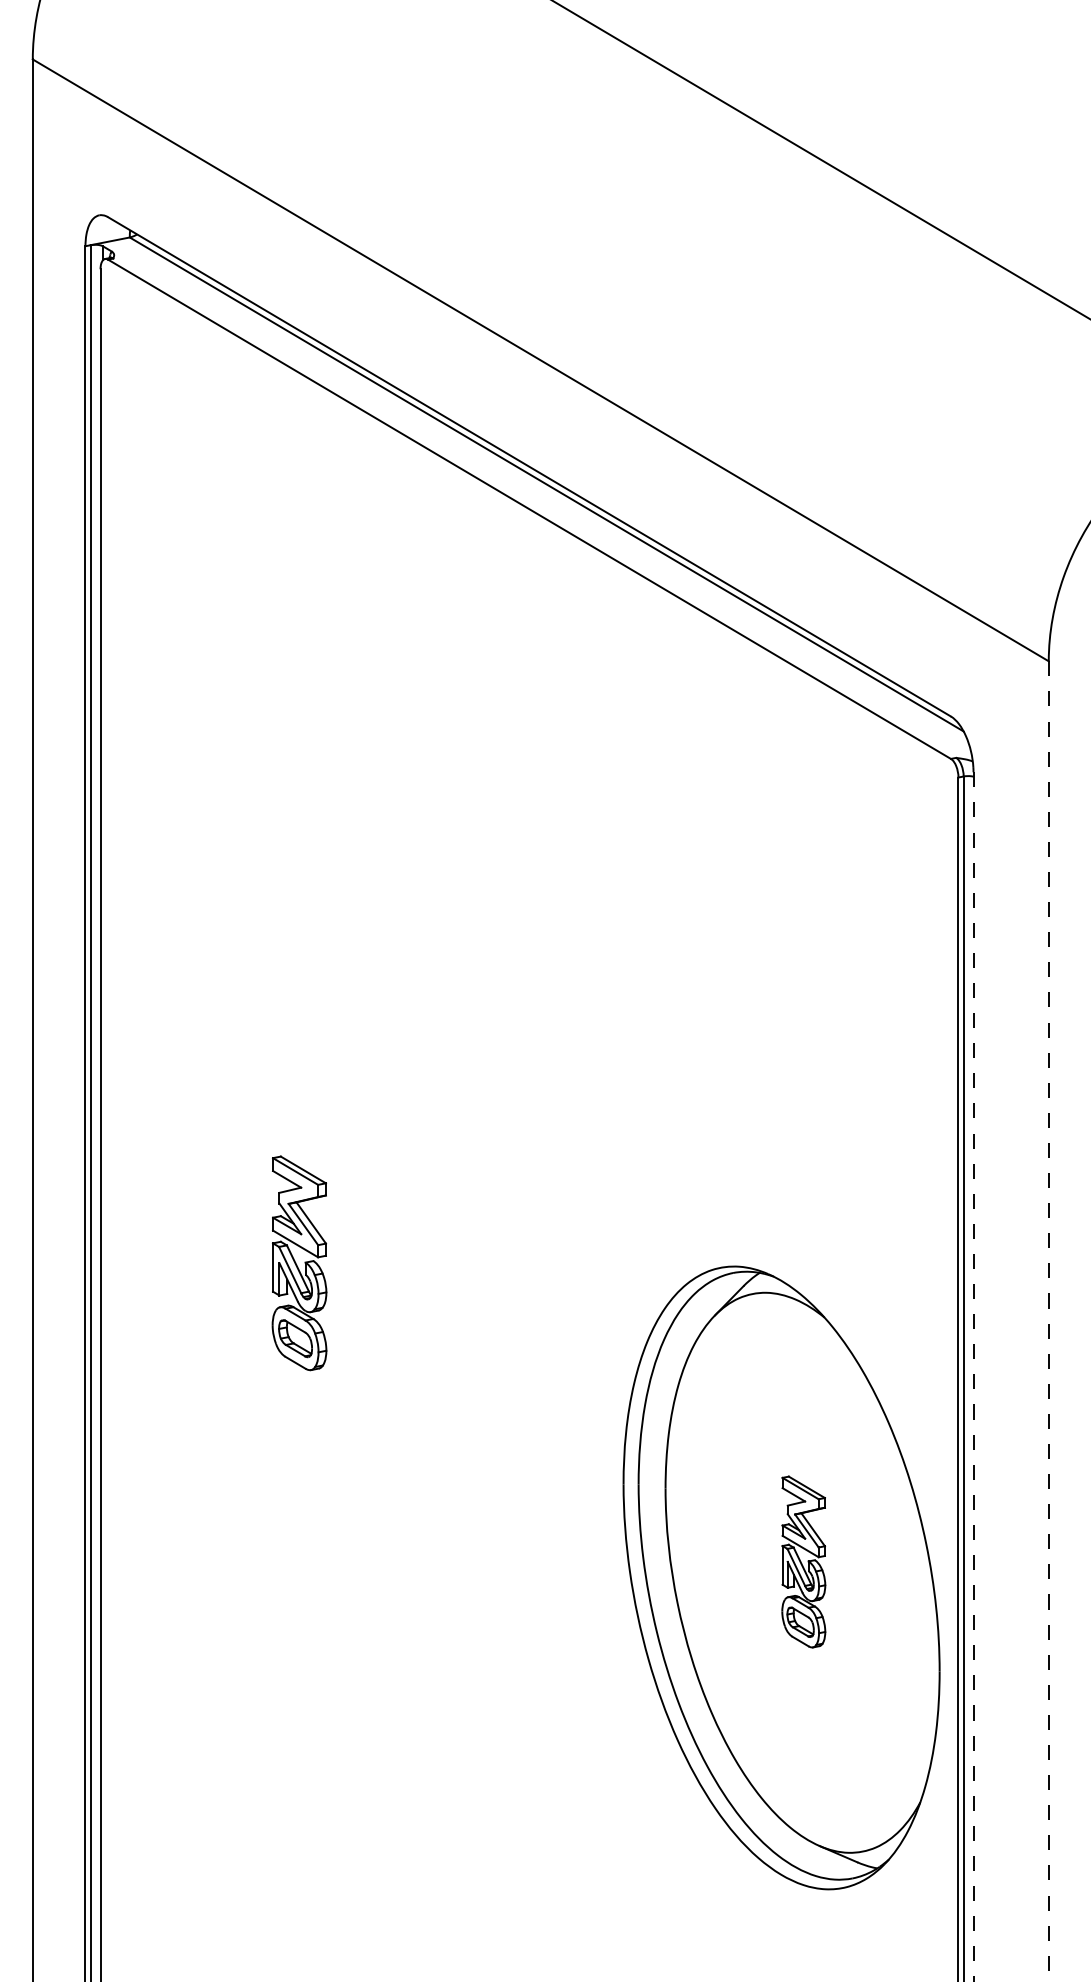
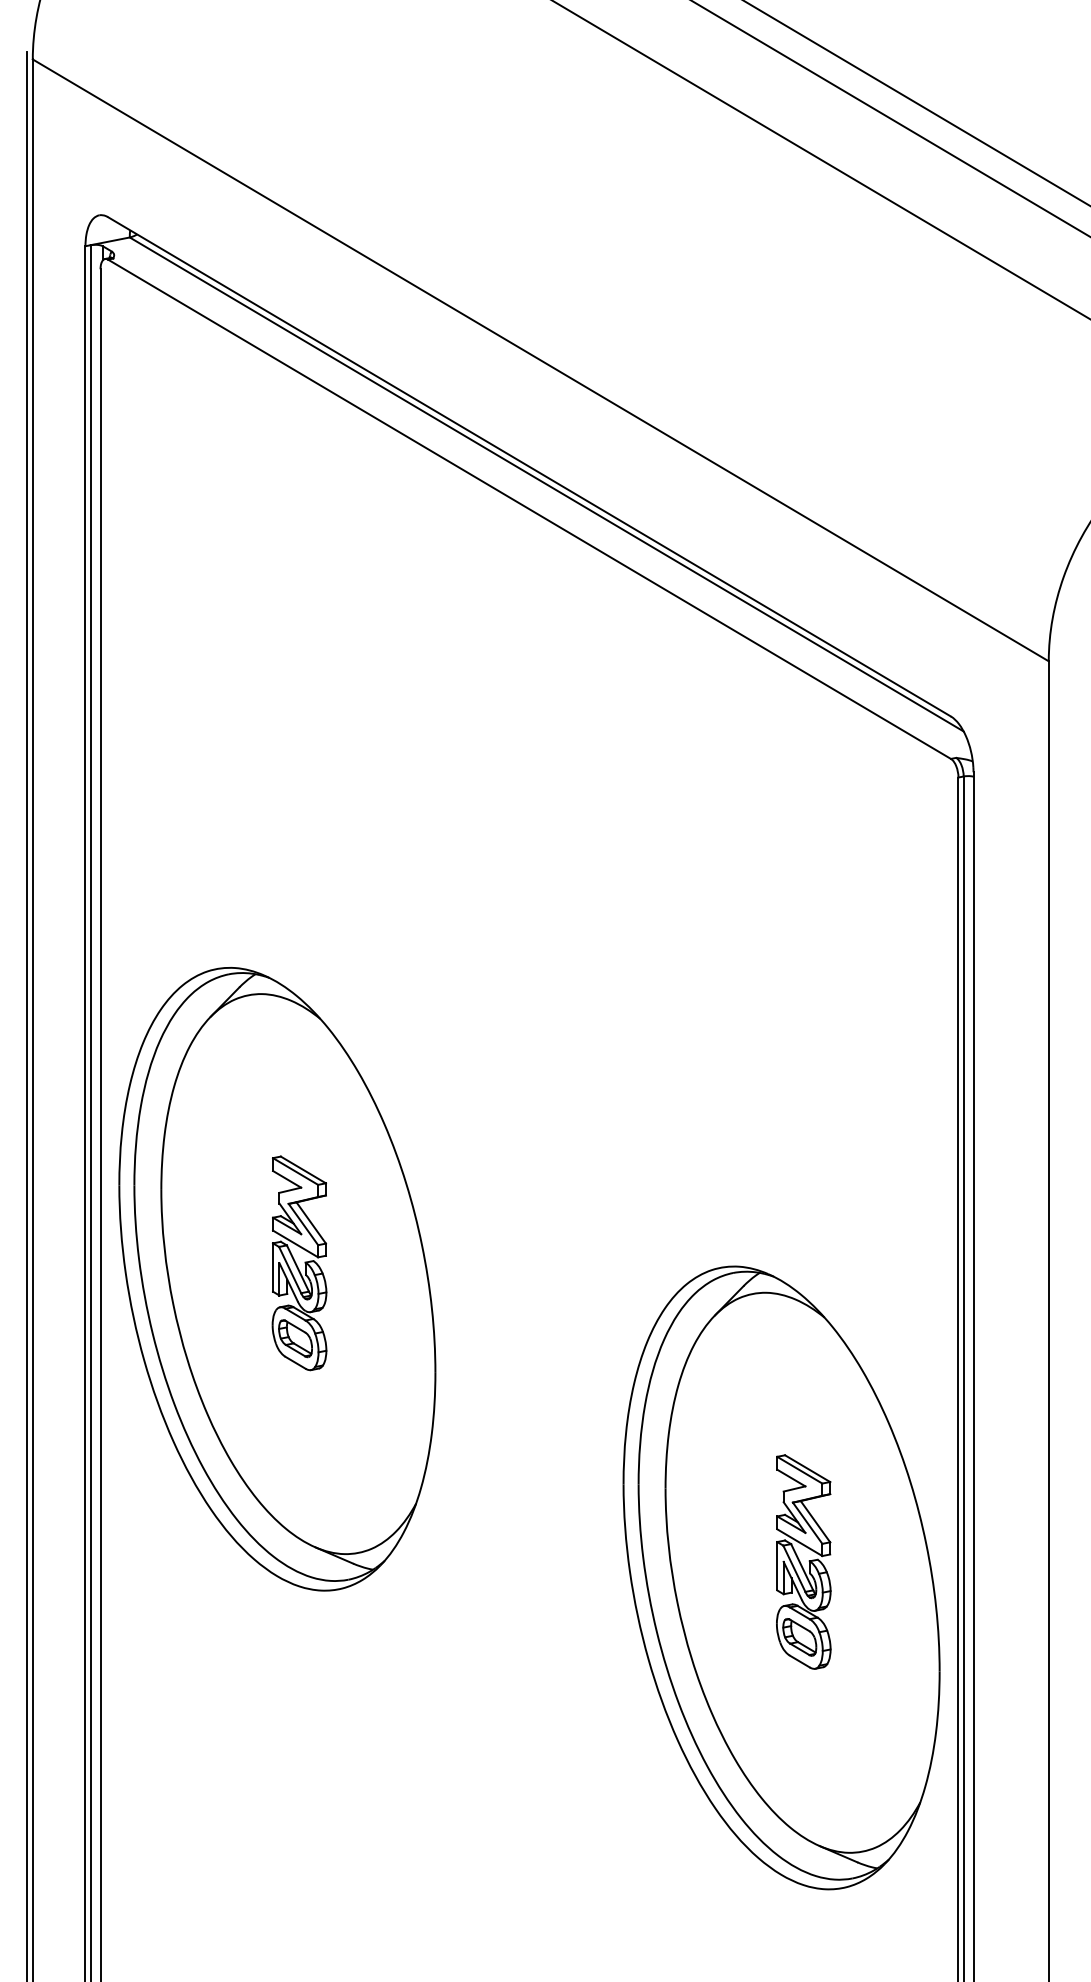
line at (916, 103): none -> present
line at (890, 118): none -> present
line at (26, 1014): none -> present
part at (277, 1279): none -> present
line at (1048, 1321): dashed -> solid
line at (973, 1377): dashed -> solid
part at (803, 1561) size: 46x174 px -> 56x216 px
